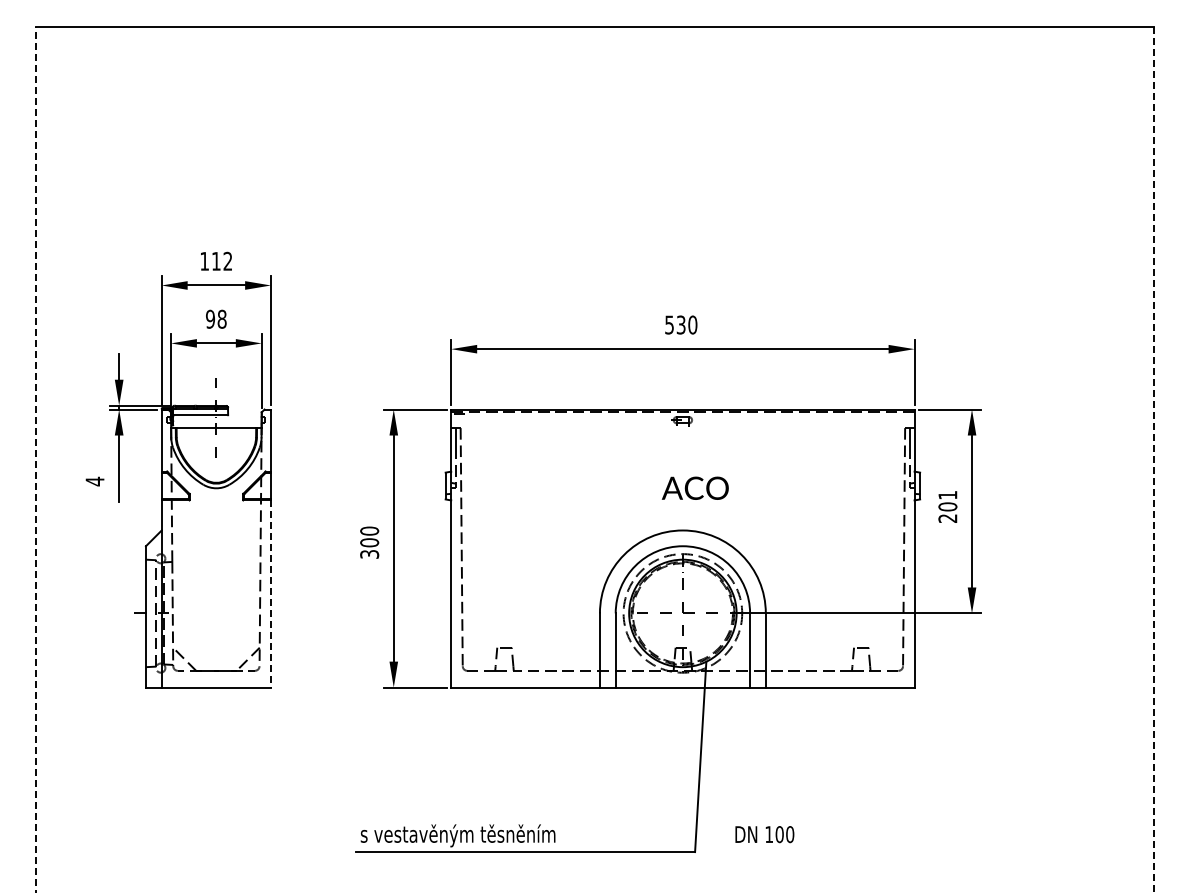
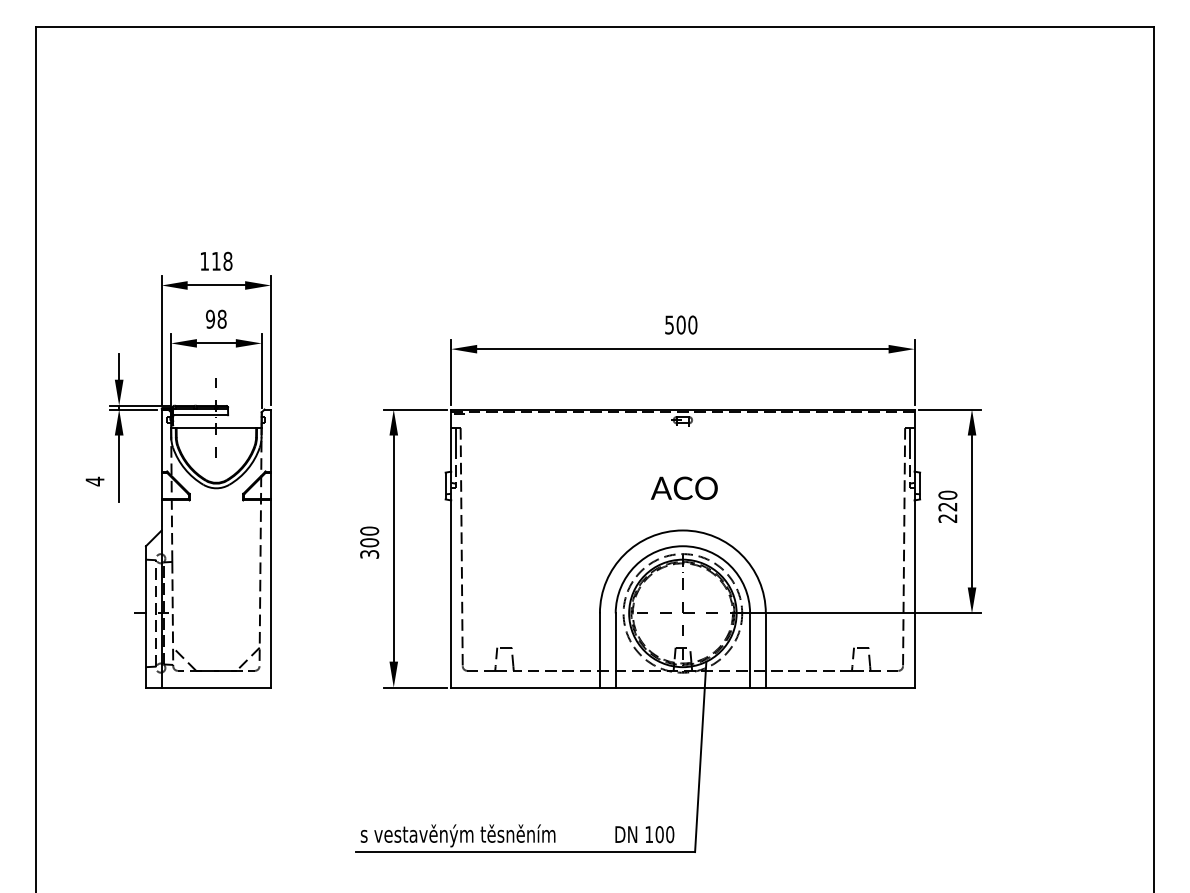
text at (227, 260): 112 -> 118
text at (680, 324): 530 -> 500
line at (35, 459): dashed -> solid
line at (1154, 459): dashed -> solid
text at (694, 487) position: (694, 487) -> (683, 487)
text at (947, 500): 201 -> 220
line at (271, 593): dashed -> solid
text at (764, 834) position: (764, 834) -> (644, 834)
